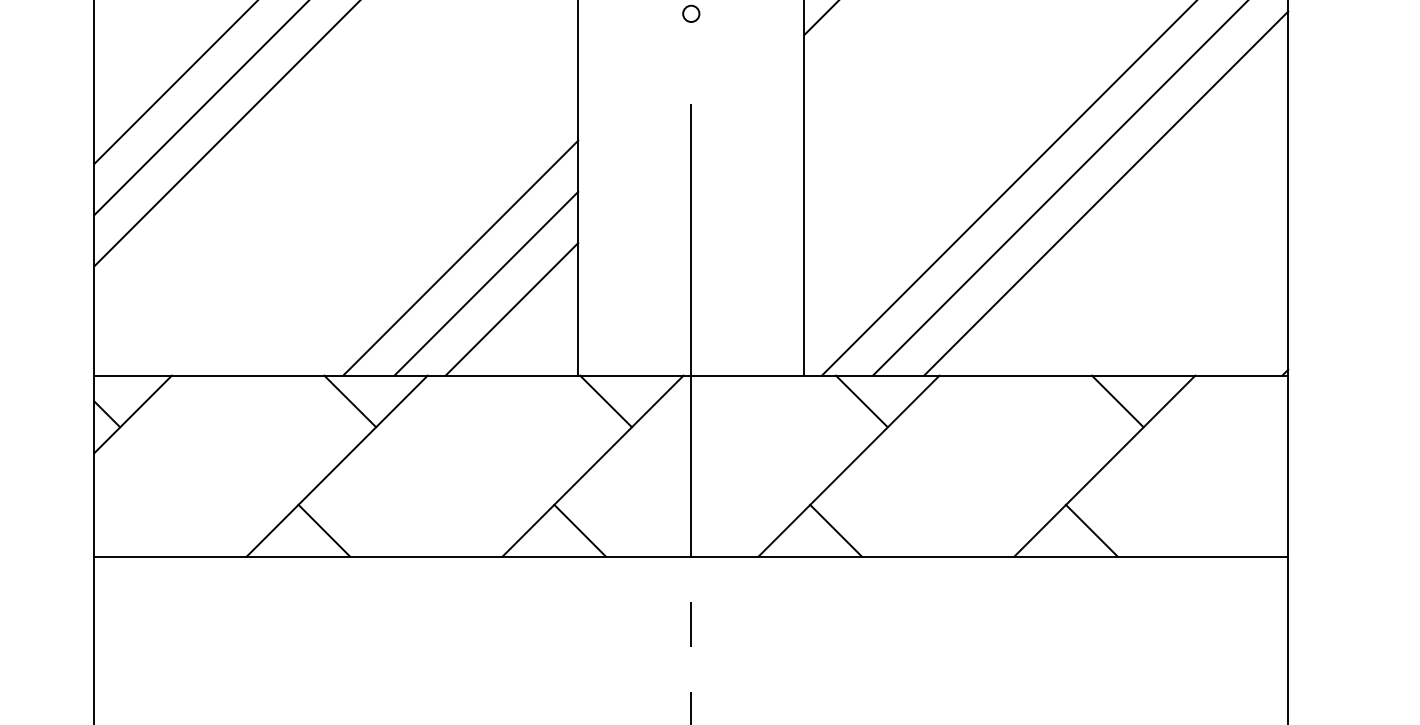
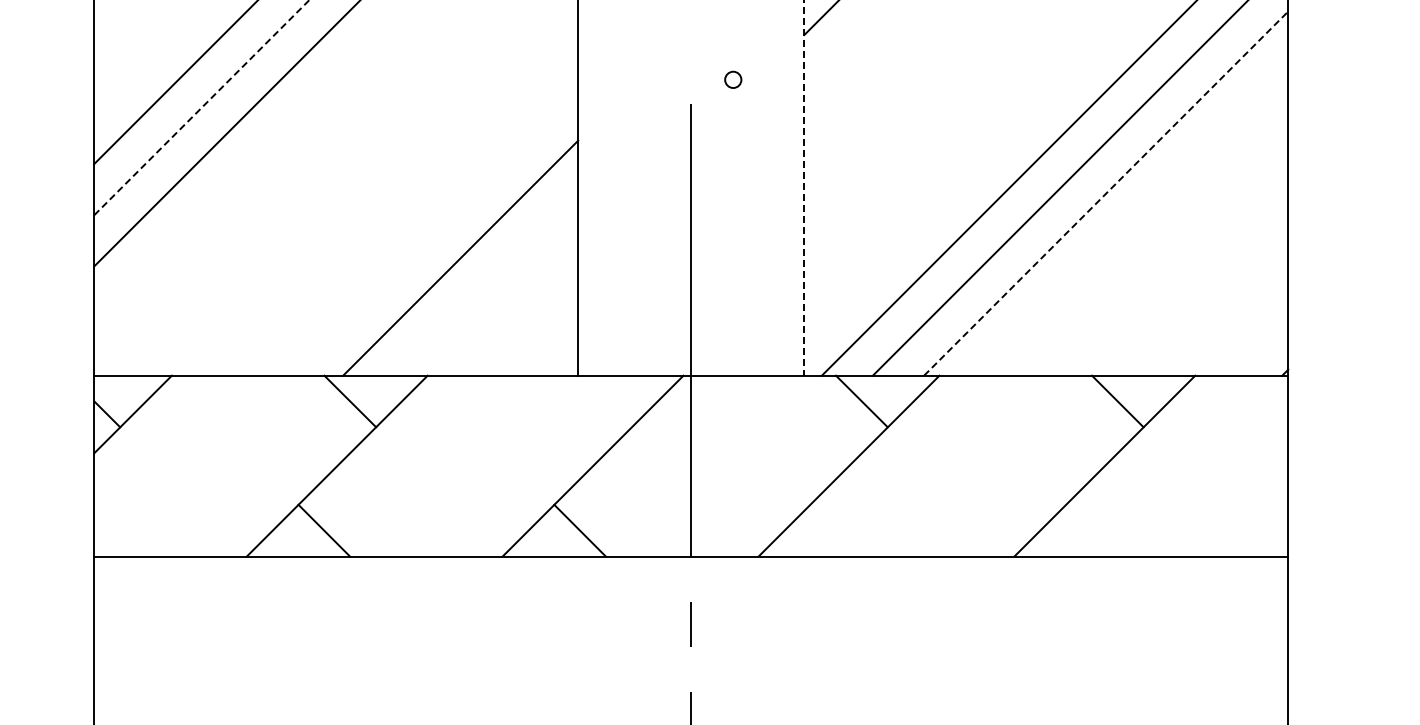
circle at (691, 13) position: (691, 13) -> (733, 79)
line at (201, 107): solid -> dashed
line at (804, 188): solid -> dashed
line at (1106, 193): solid -> dashed
line at (486, 283): present -> none
line at (511, 309): present -> none
line at (605, 401): present -> none
line at (835, 530): present -> none
line at (1091, 530): present -> none
